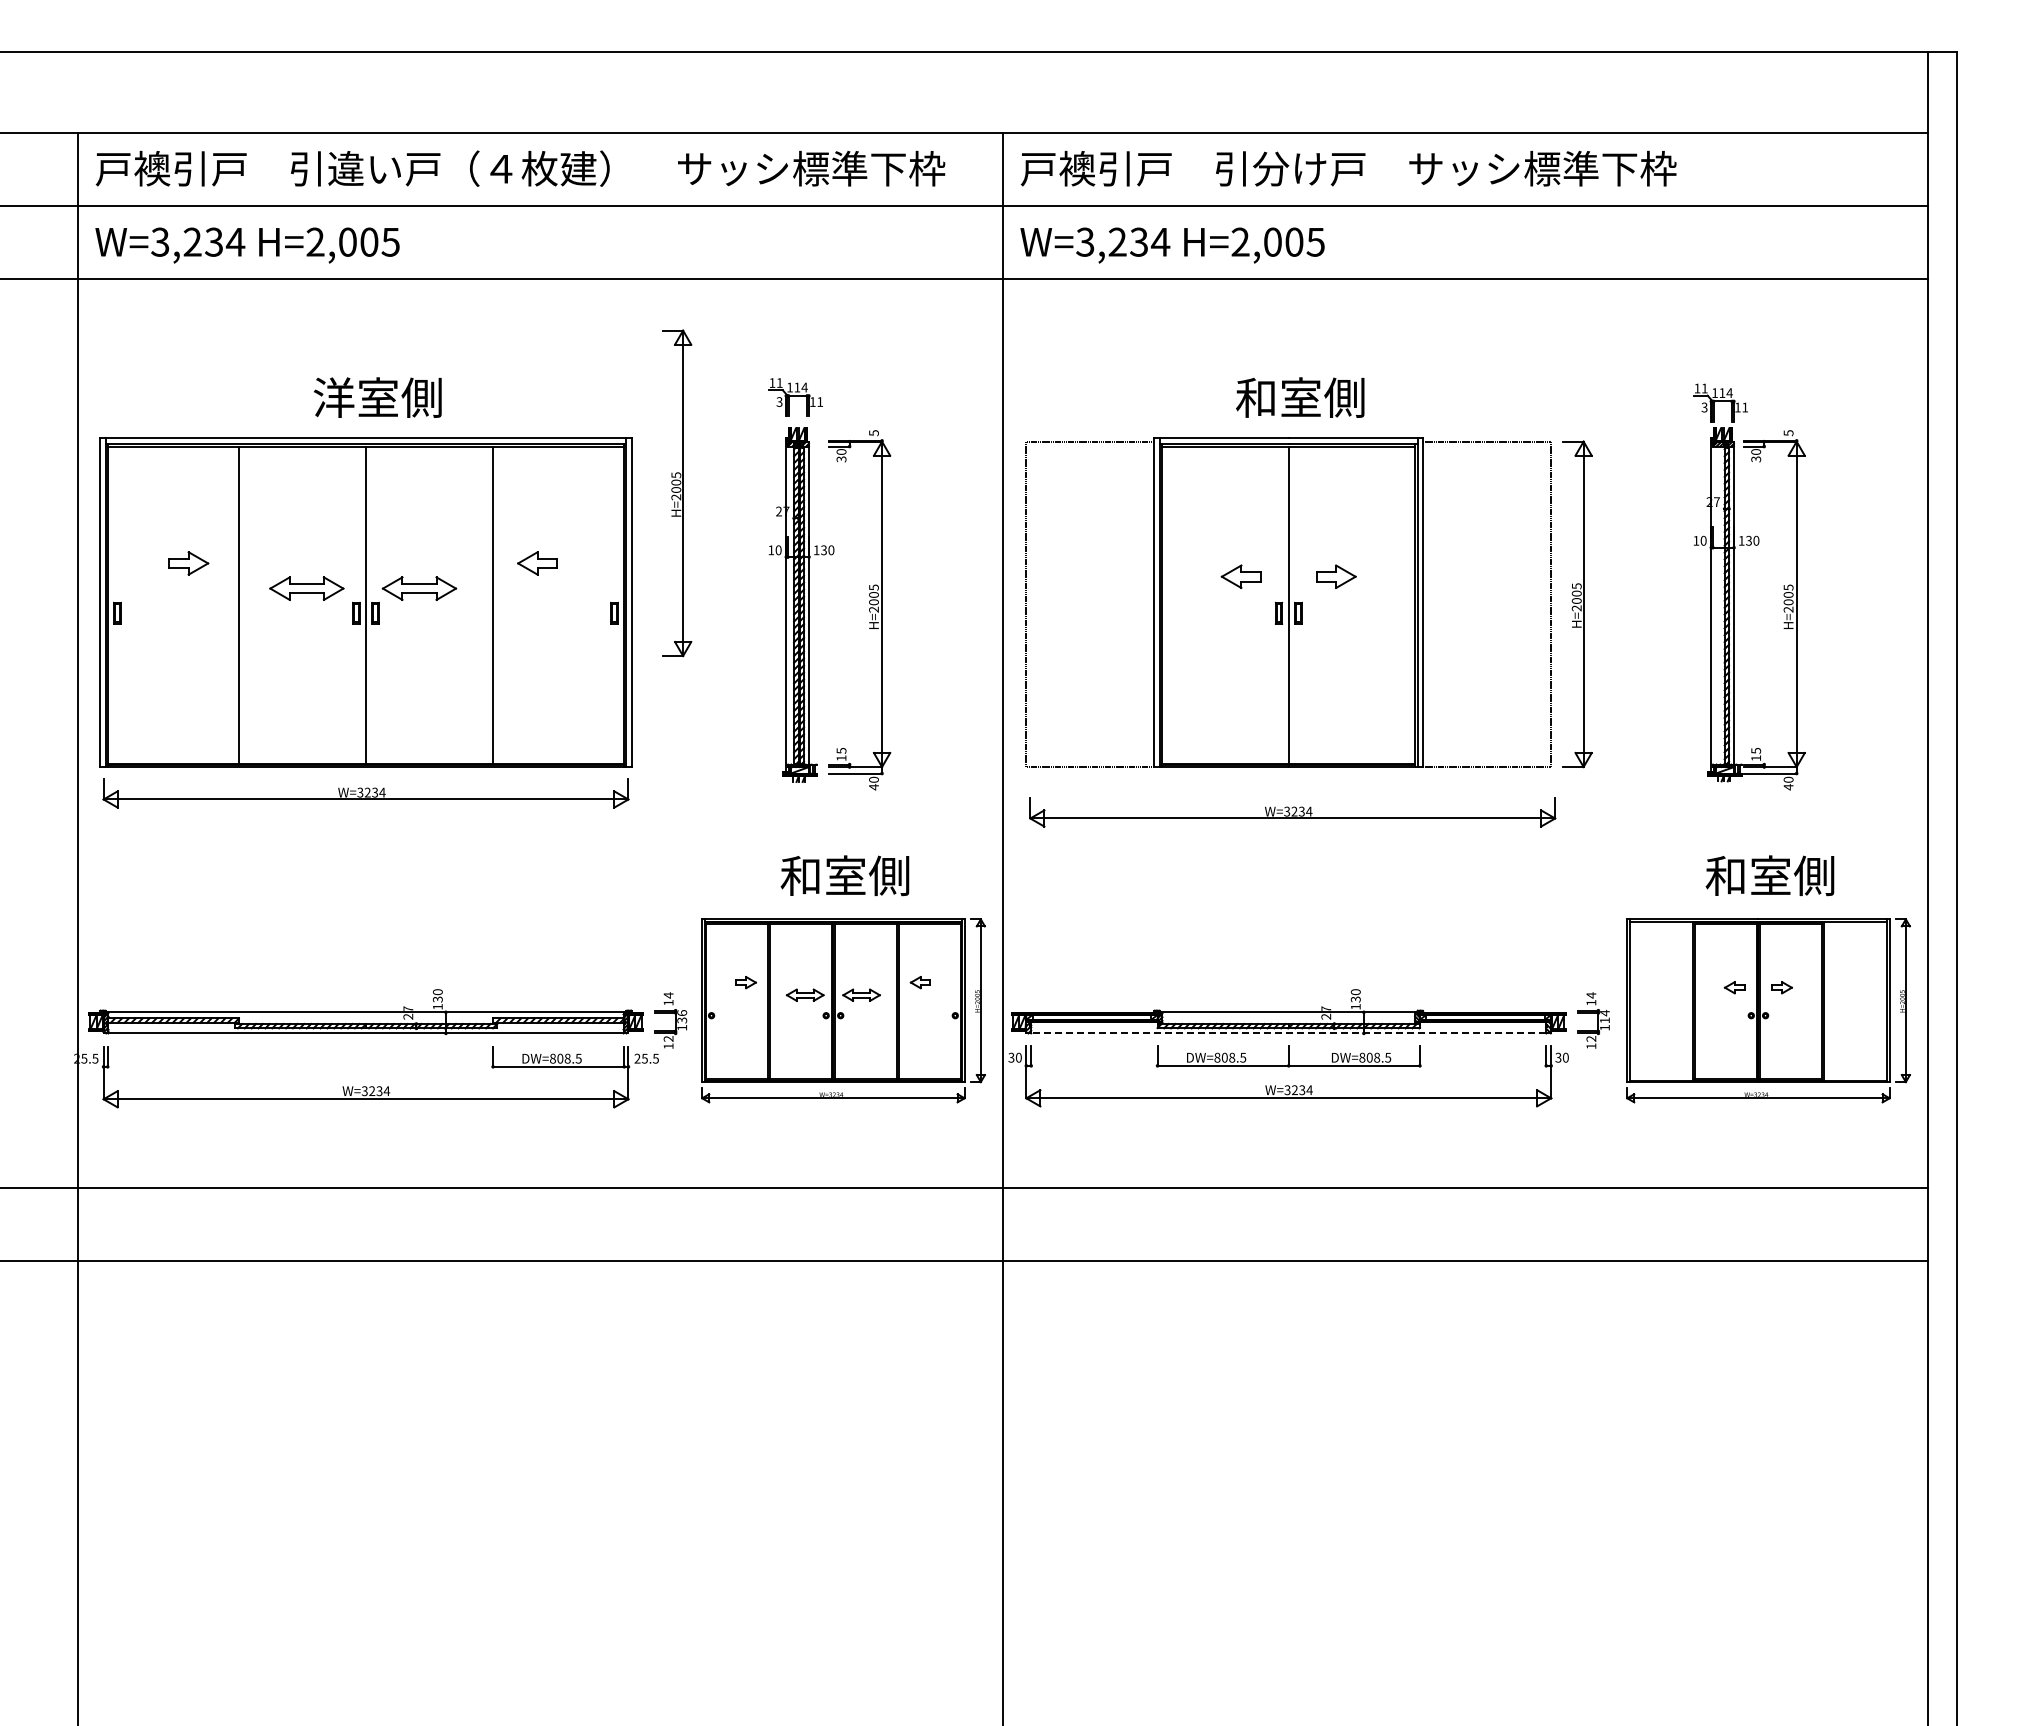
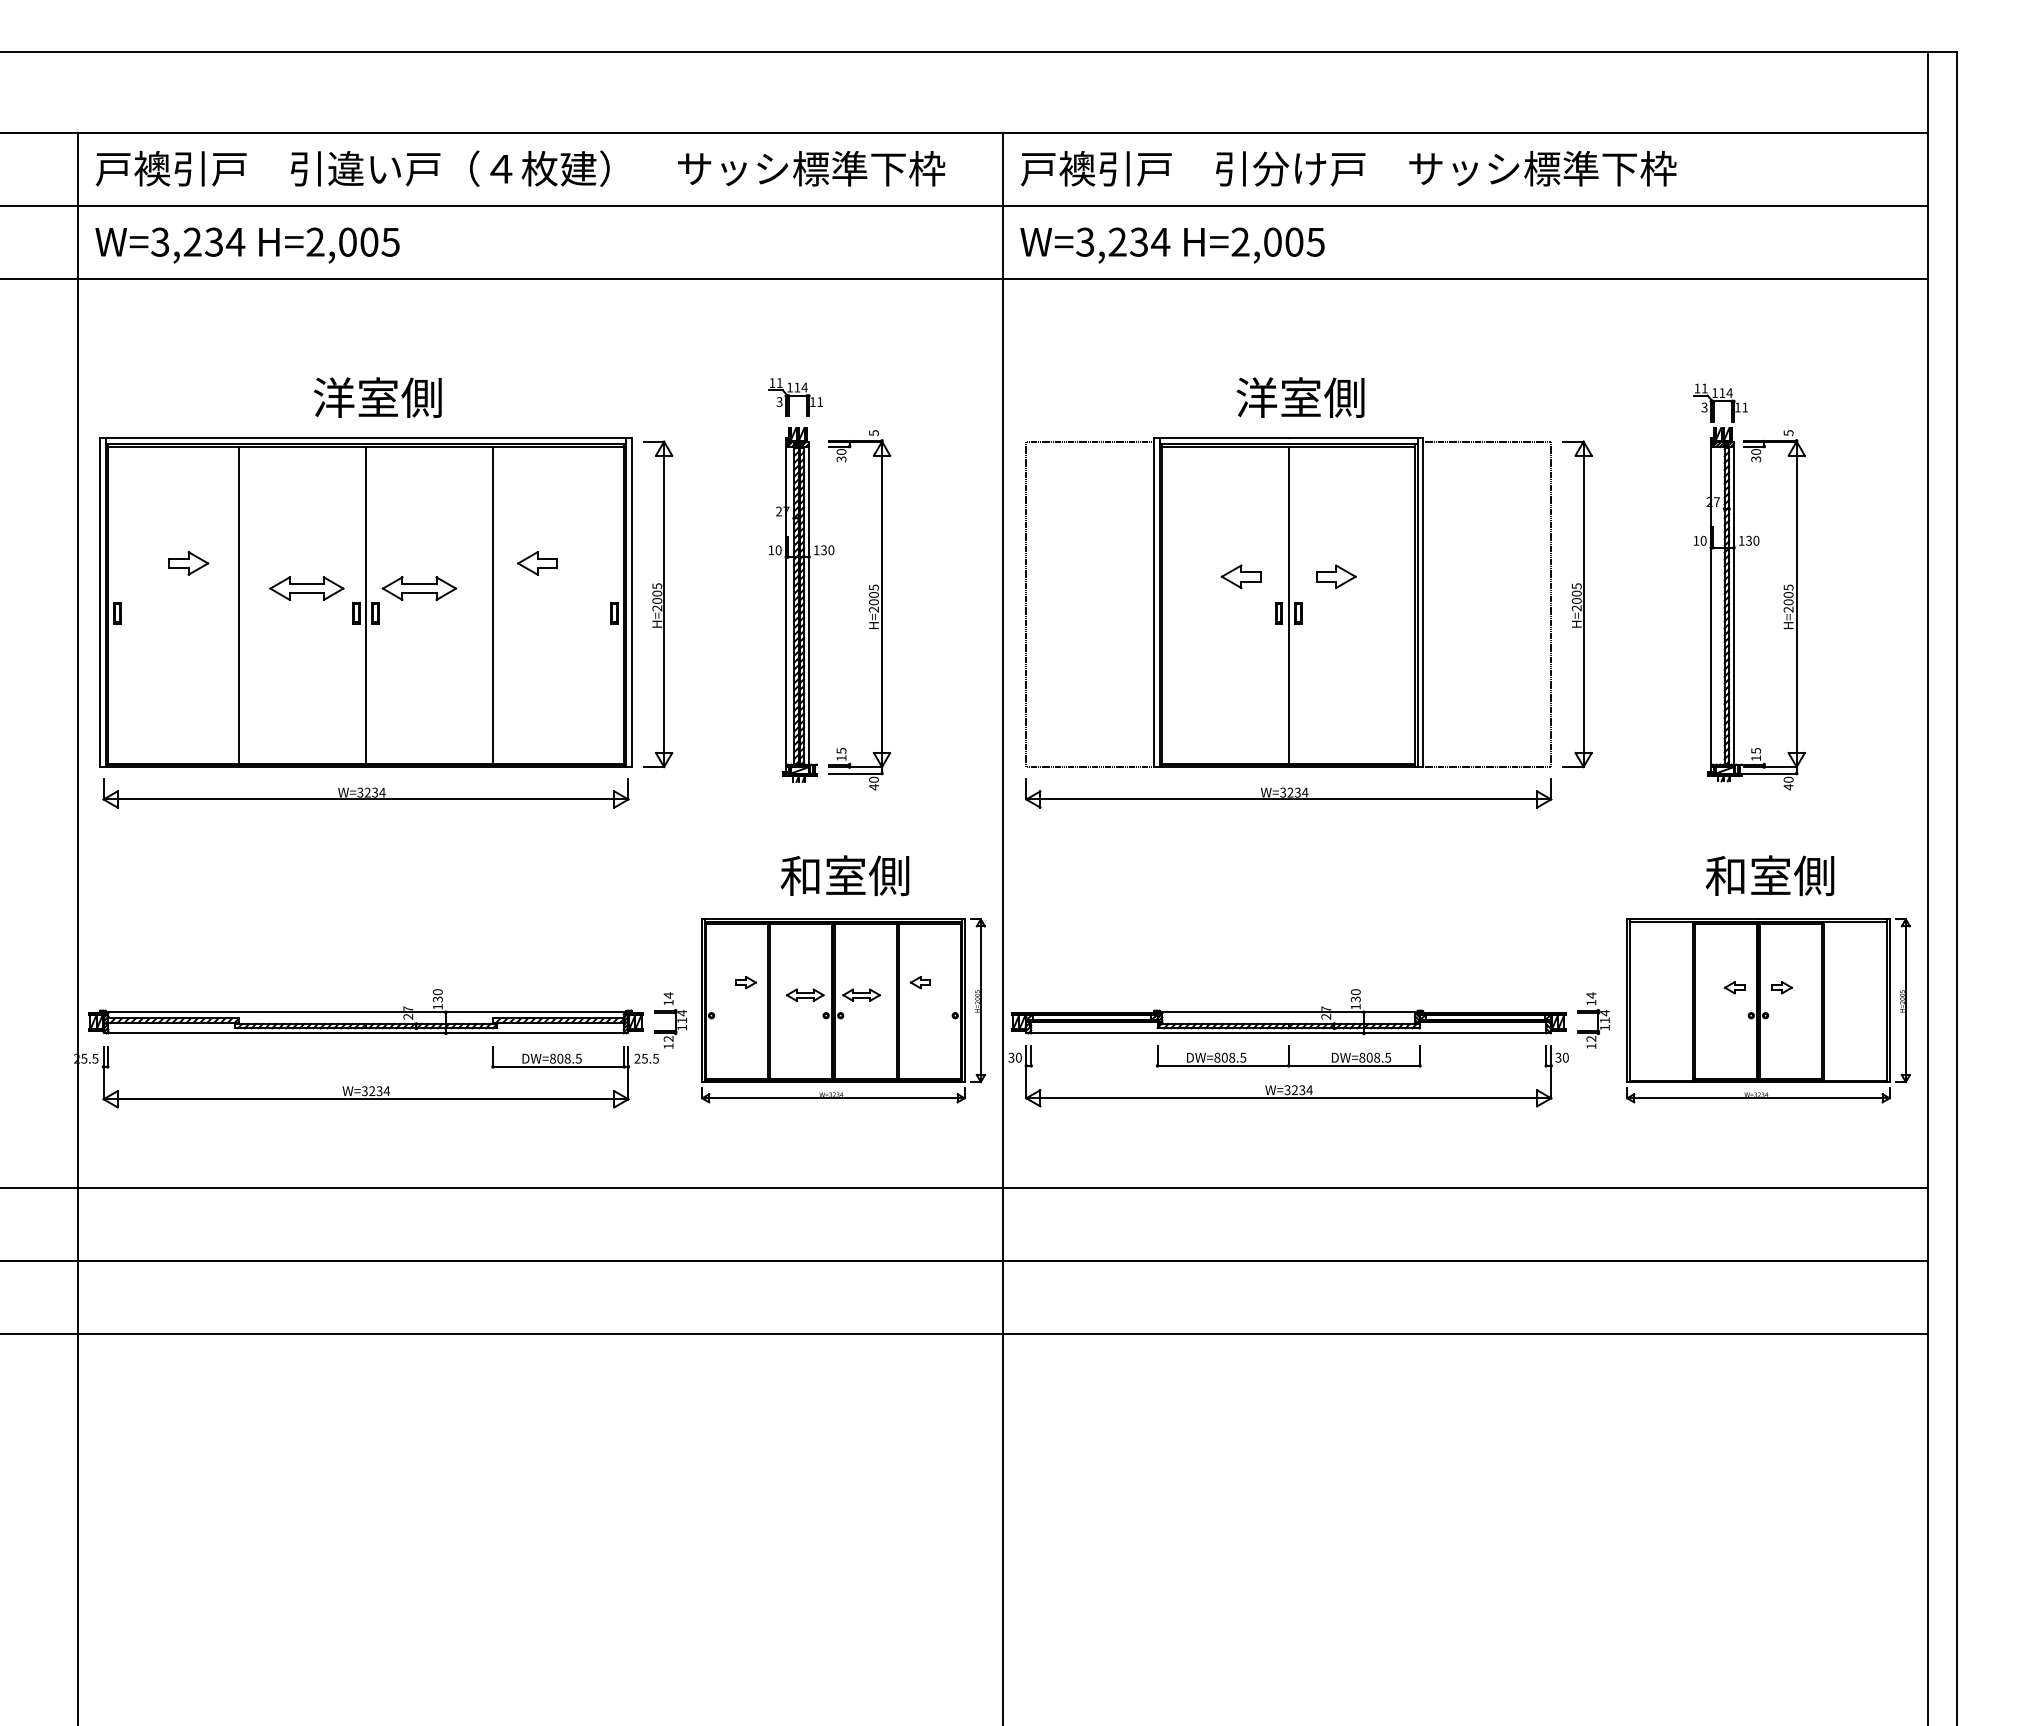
text at (1256, 397): 和室側 -> 洋室側
part at (677, 493) position: (677, 493) -> (658, 604)
part at (1292, 812) position: (1292, 812) -> (1288, 793)
text at (682, 1016): 136 -> 114
line at (1288, 1033): dashed -> solid
line at (965, 1333): none -> present
